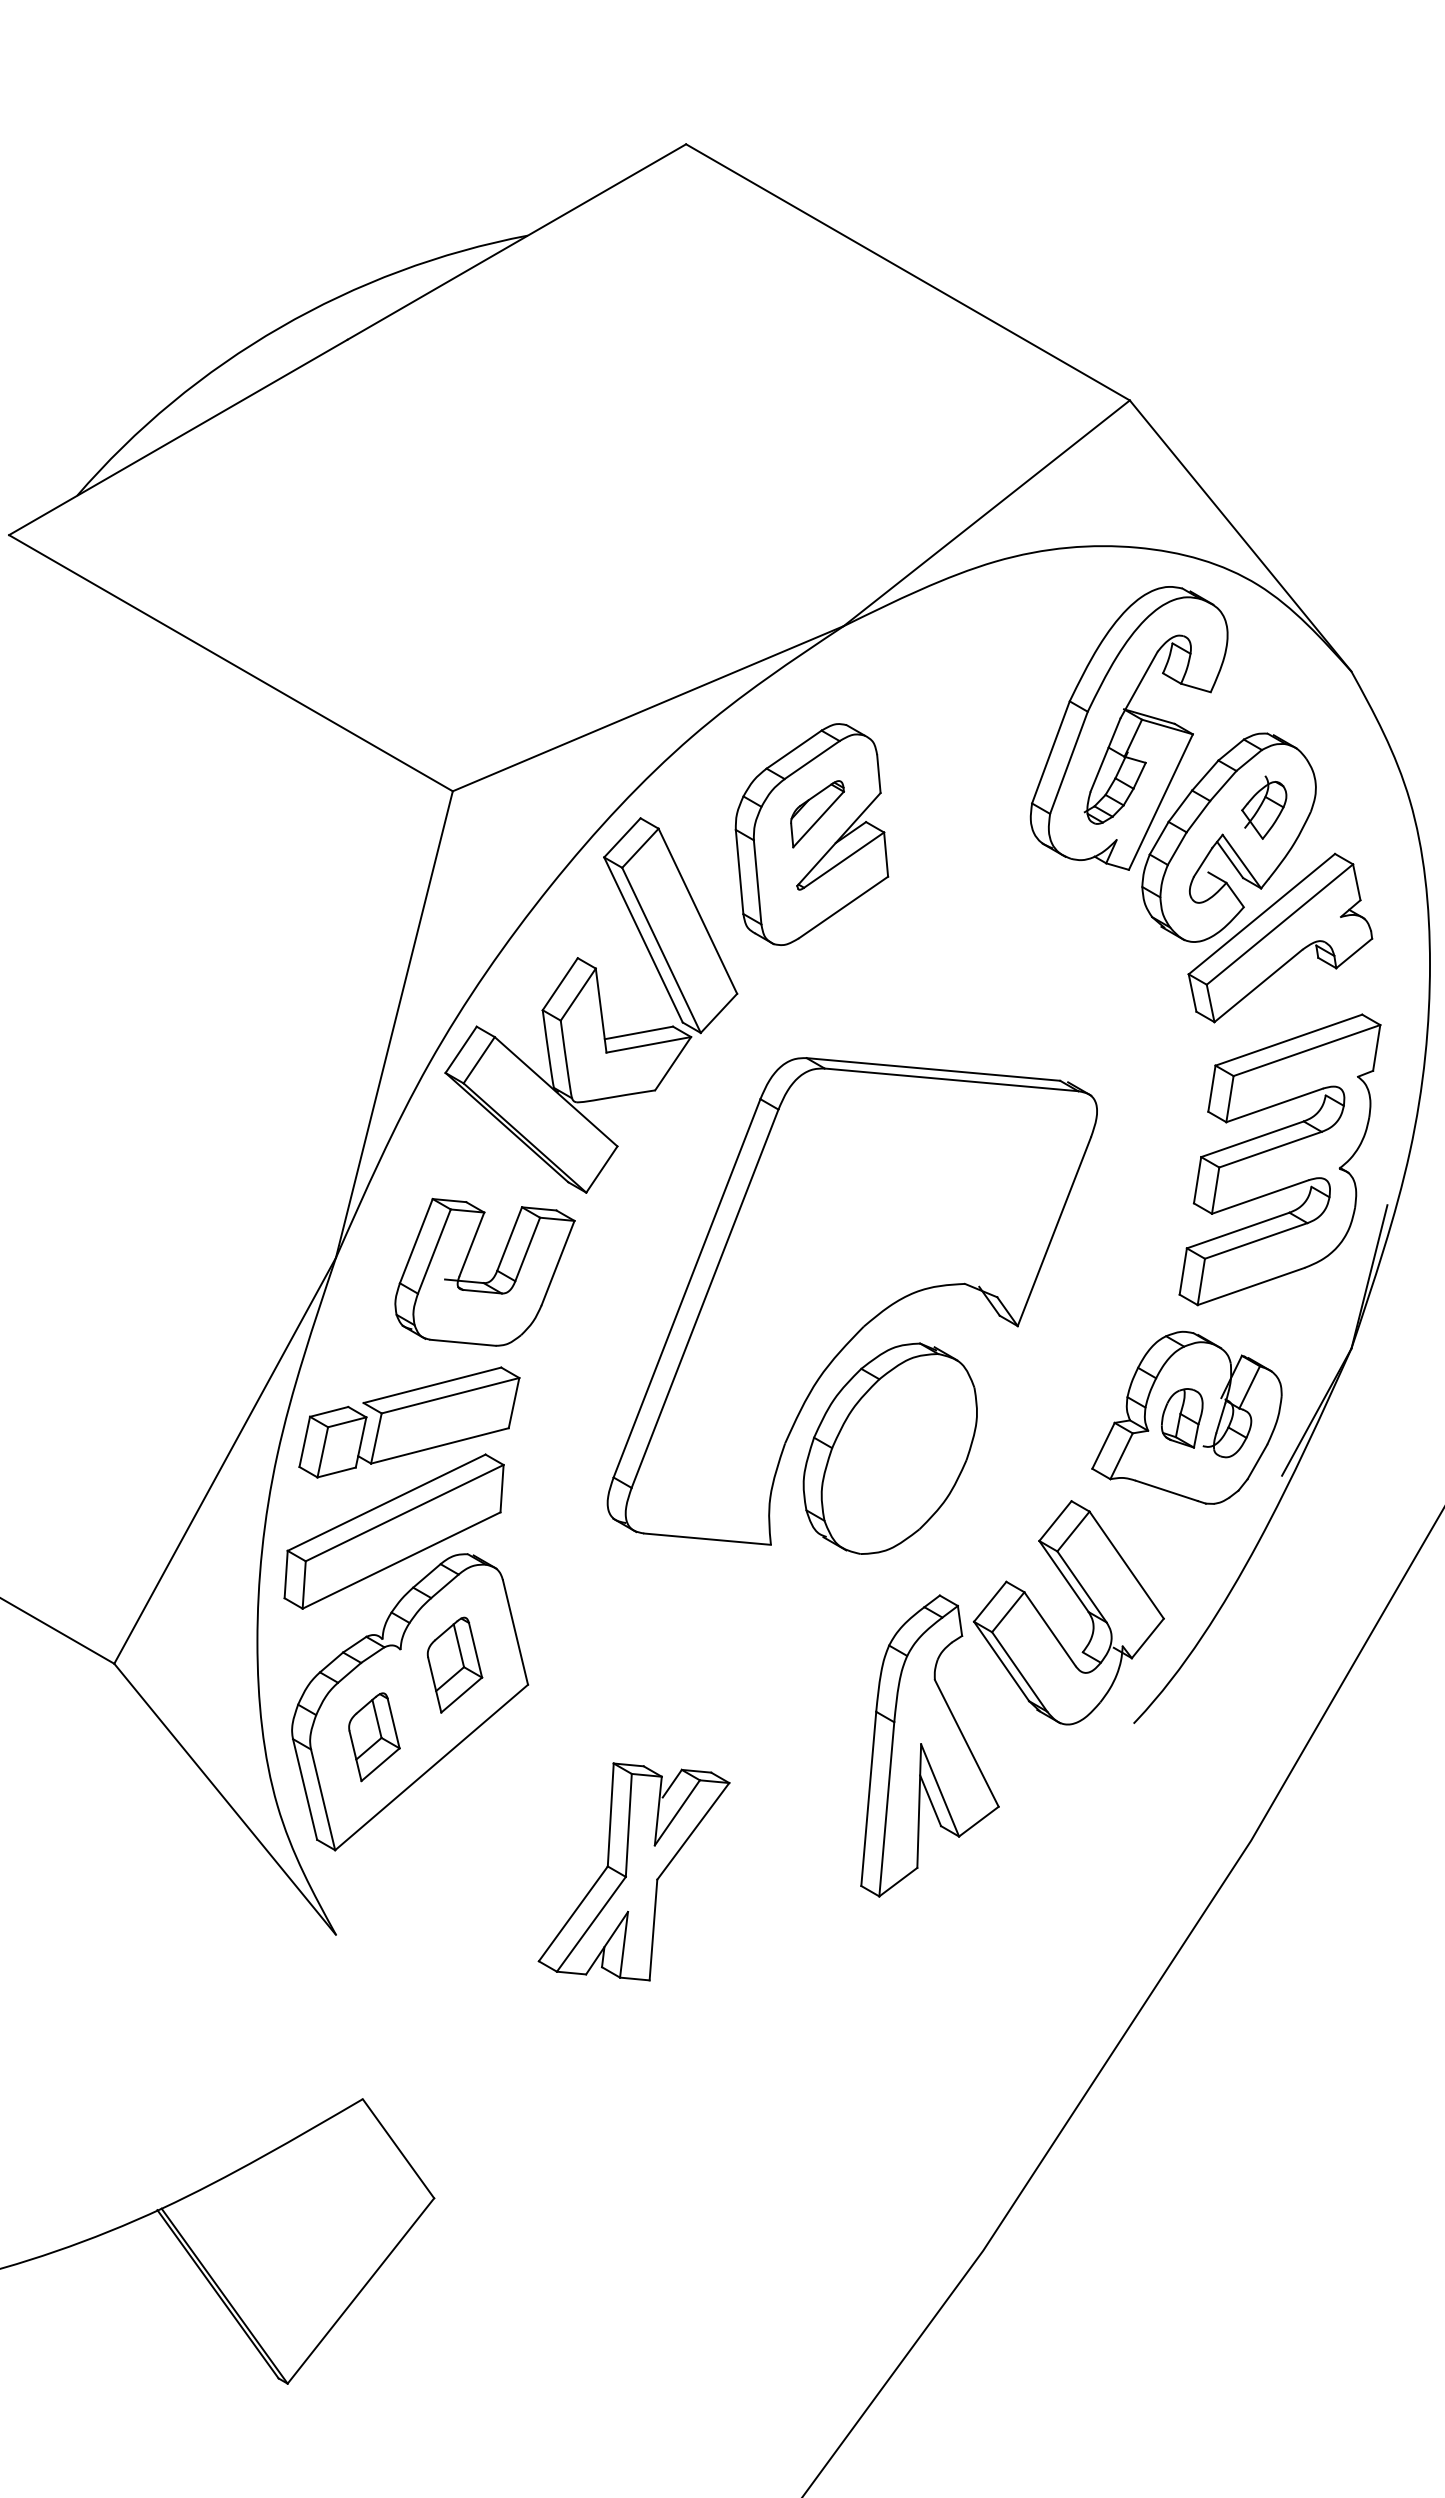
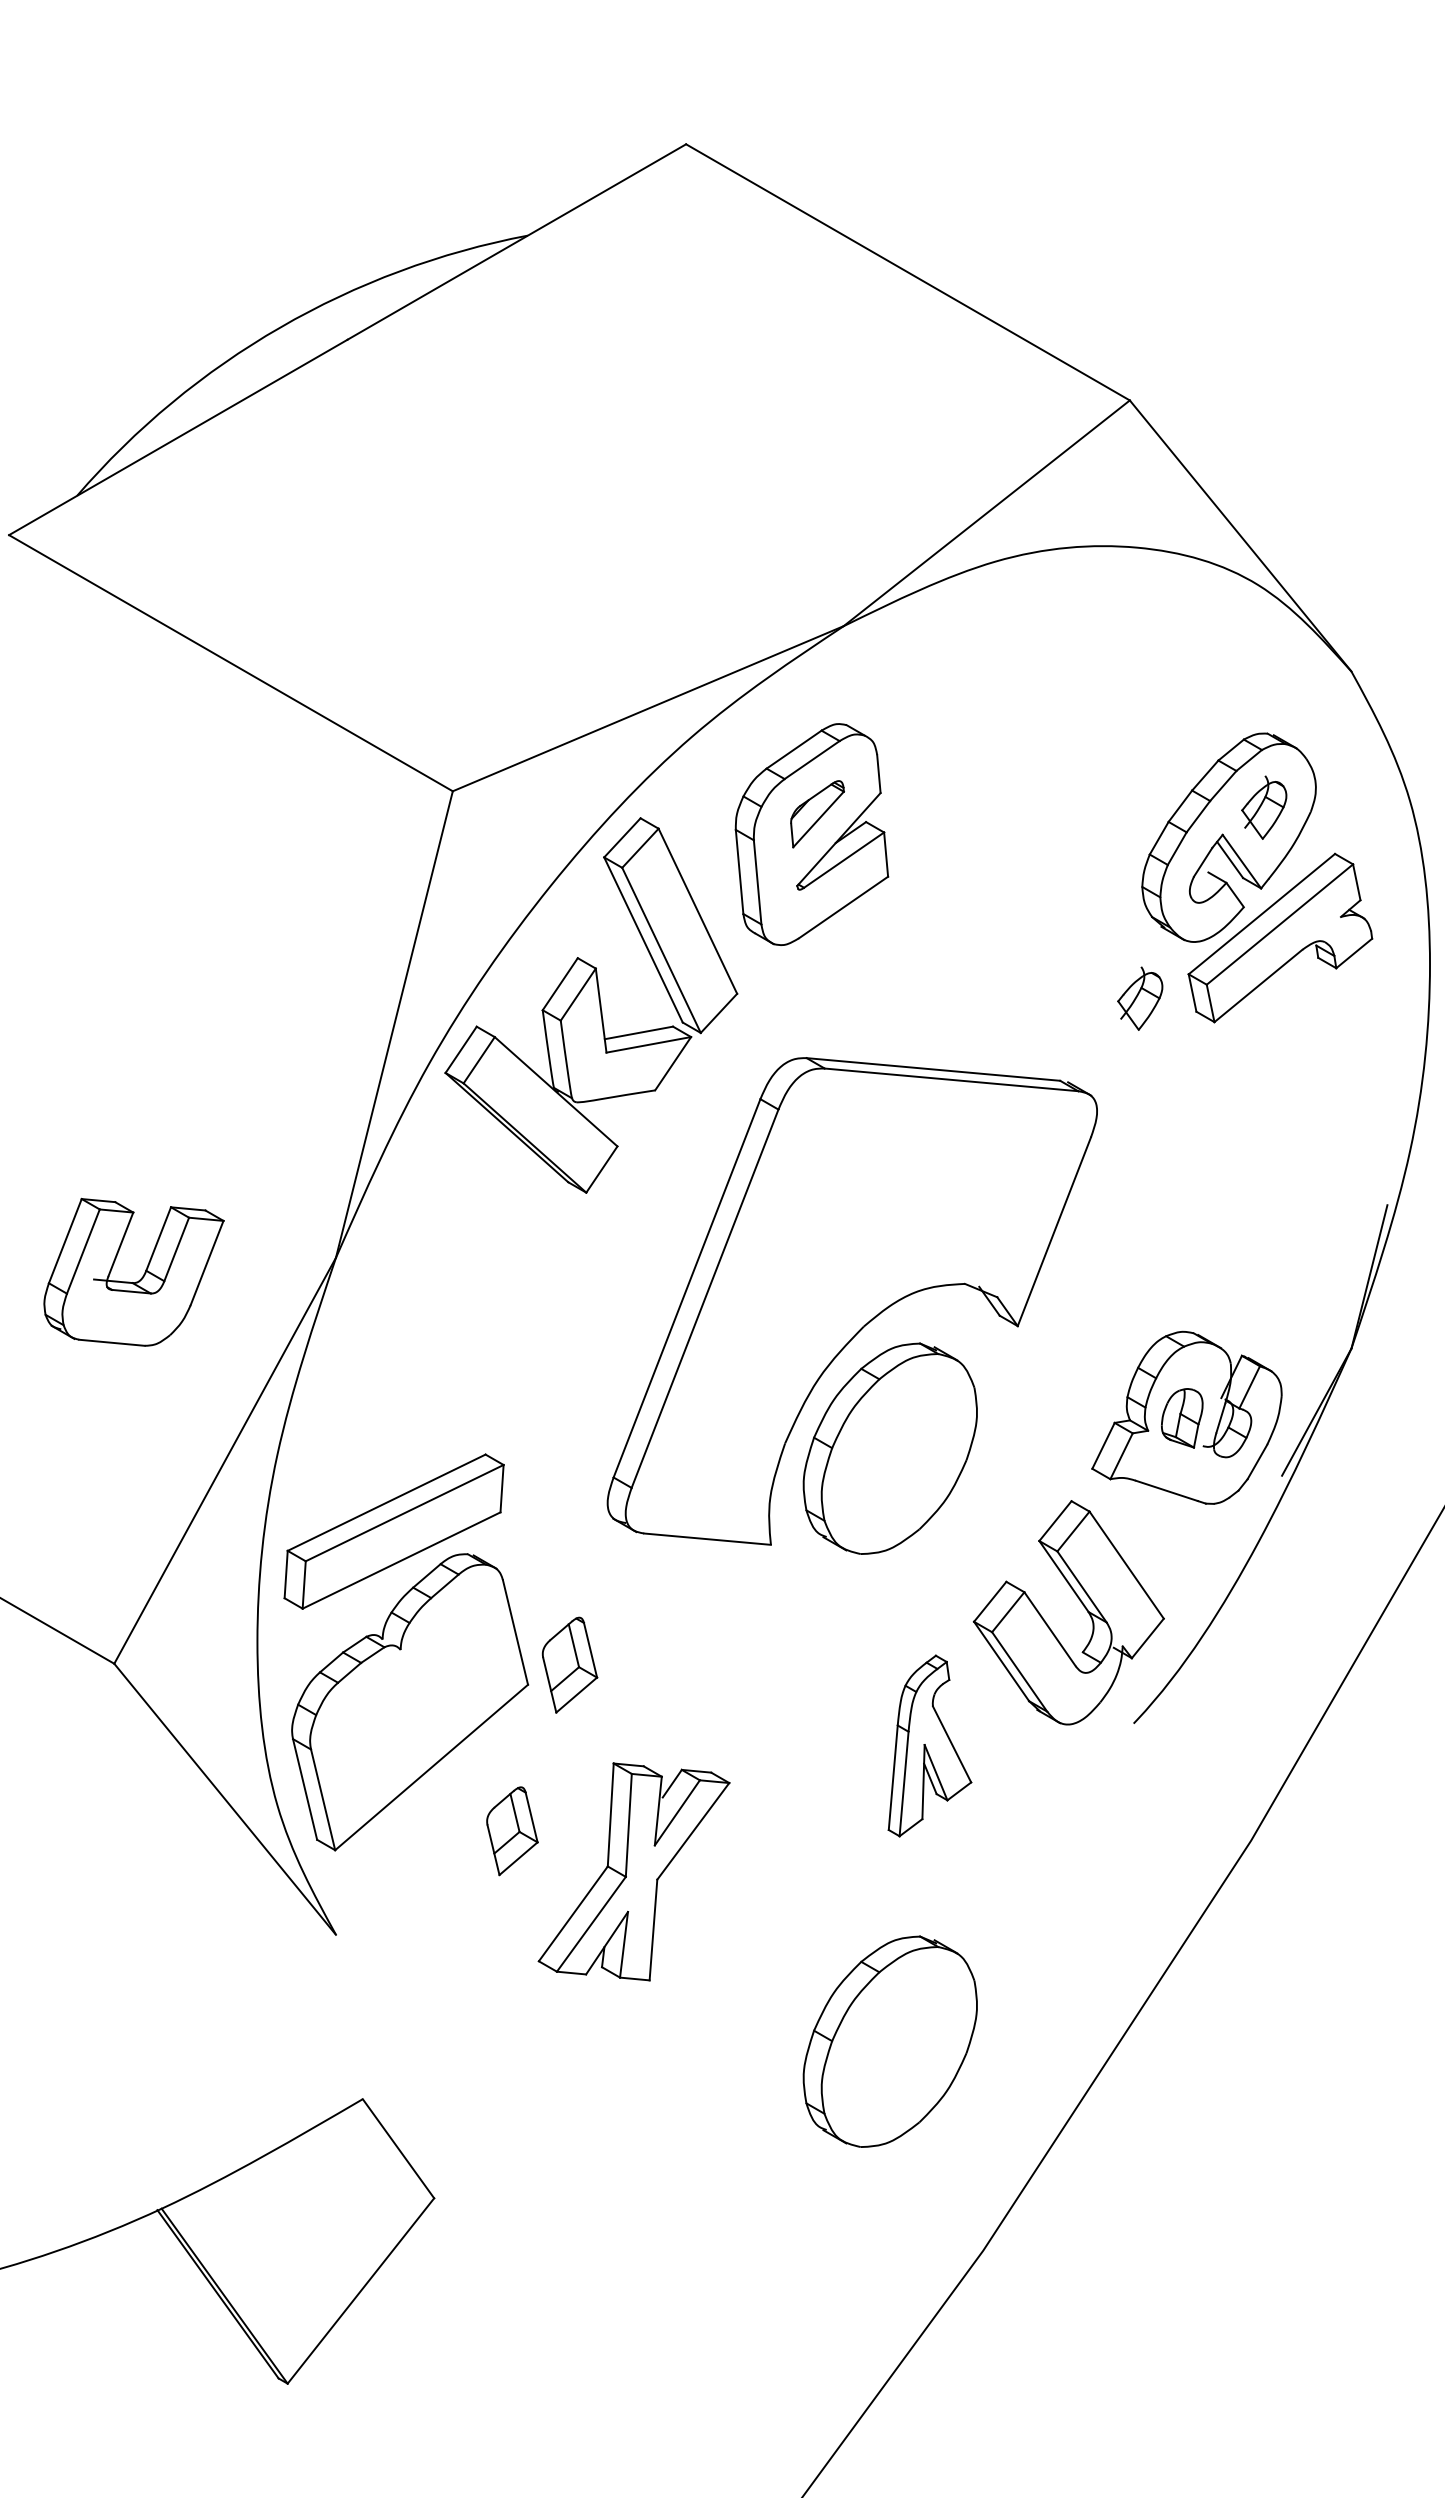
part at (1128, 728): present -> none
part at (1140, 998): none -> present
part at (1279, 1159): present -> none
part at (491, 1278) position: (491, 1278) -> (140, 1278)
part at (409, 1422): present -> none
part at (454, 1664) position: (454, 1664) -> (569, 1664)
part at (374, 1737) position: (374, 1737) -> (512, 1831)
part at (929, 1745) size: 140x304 px -> 86x184 px
part at (889, 2041): none -> present
